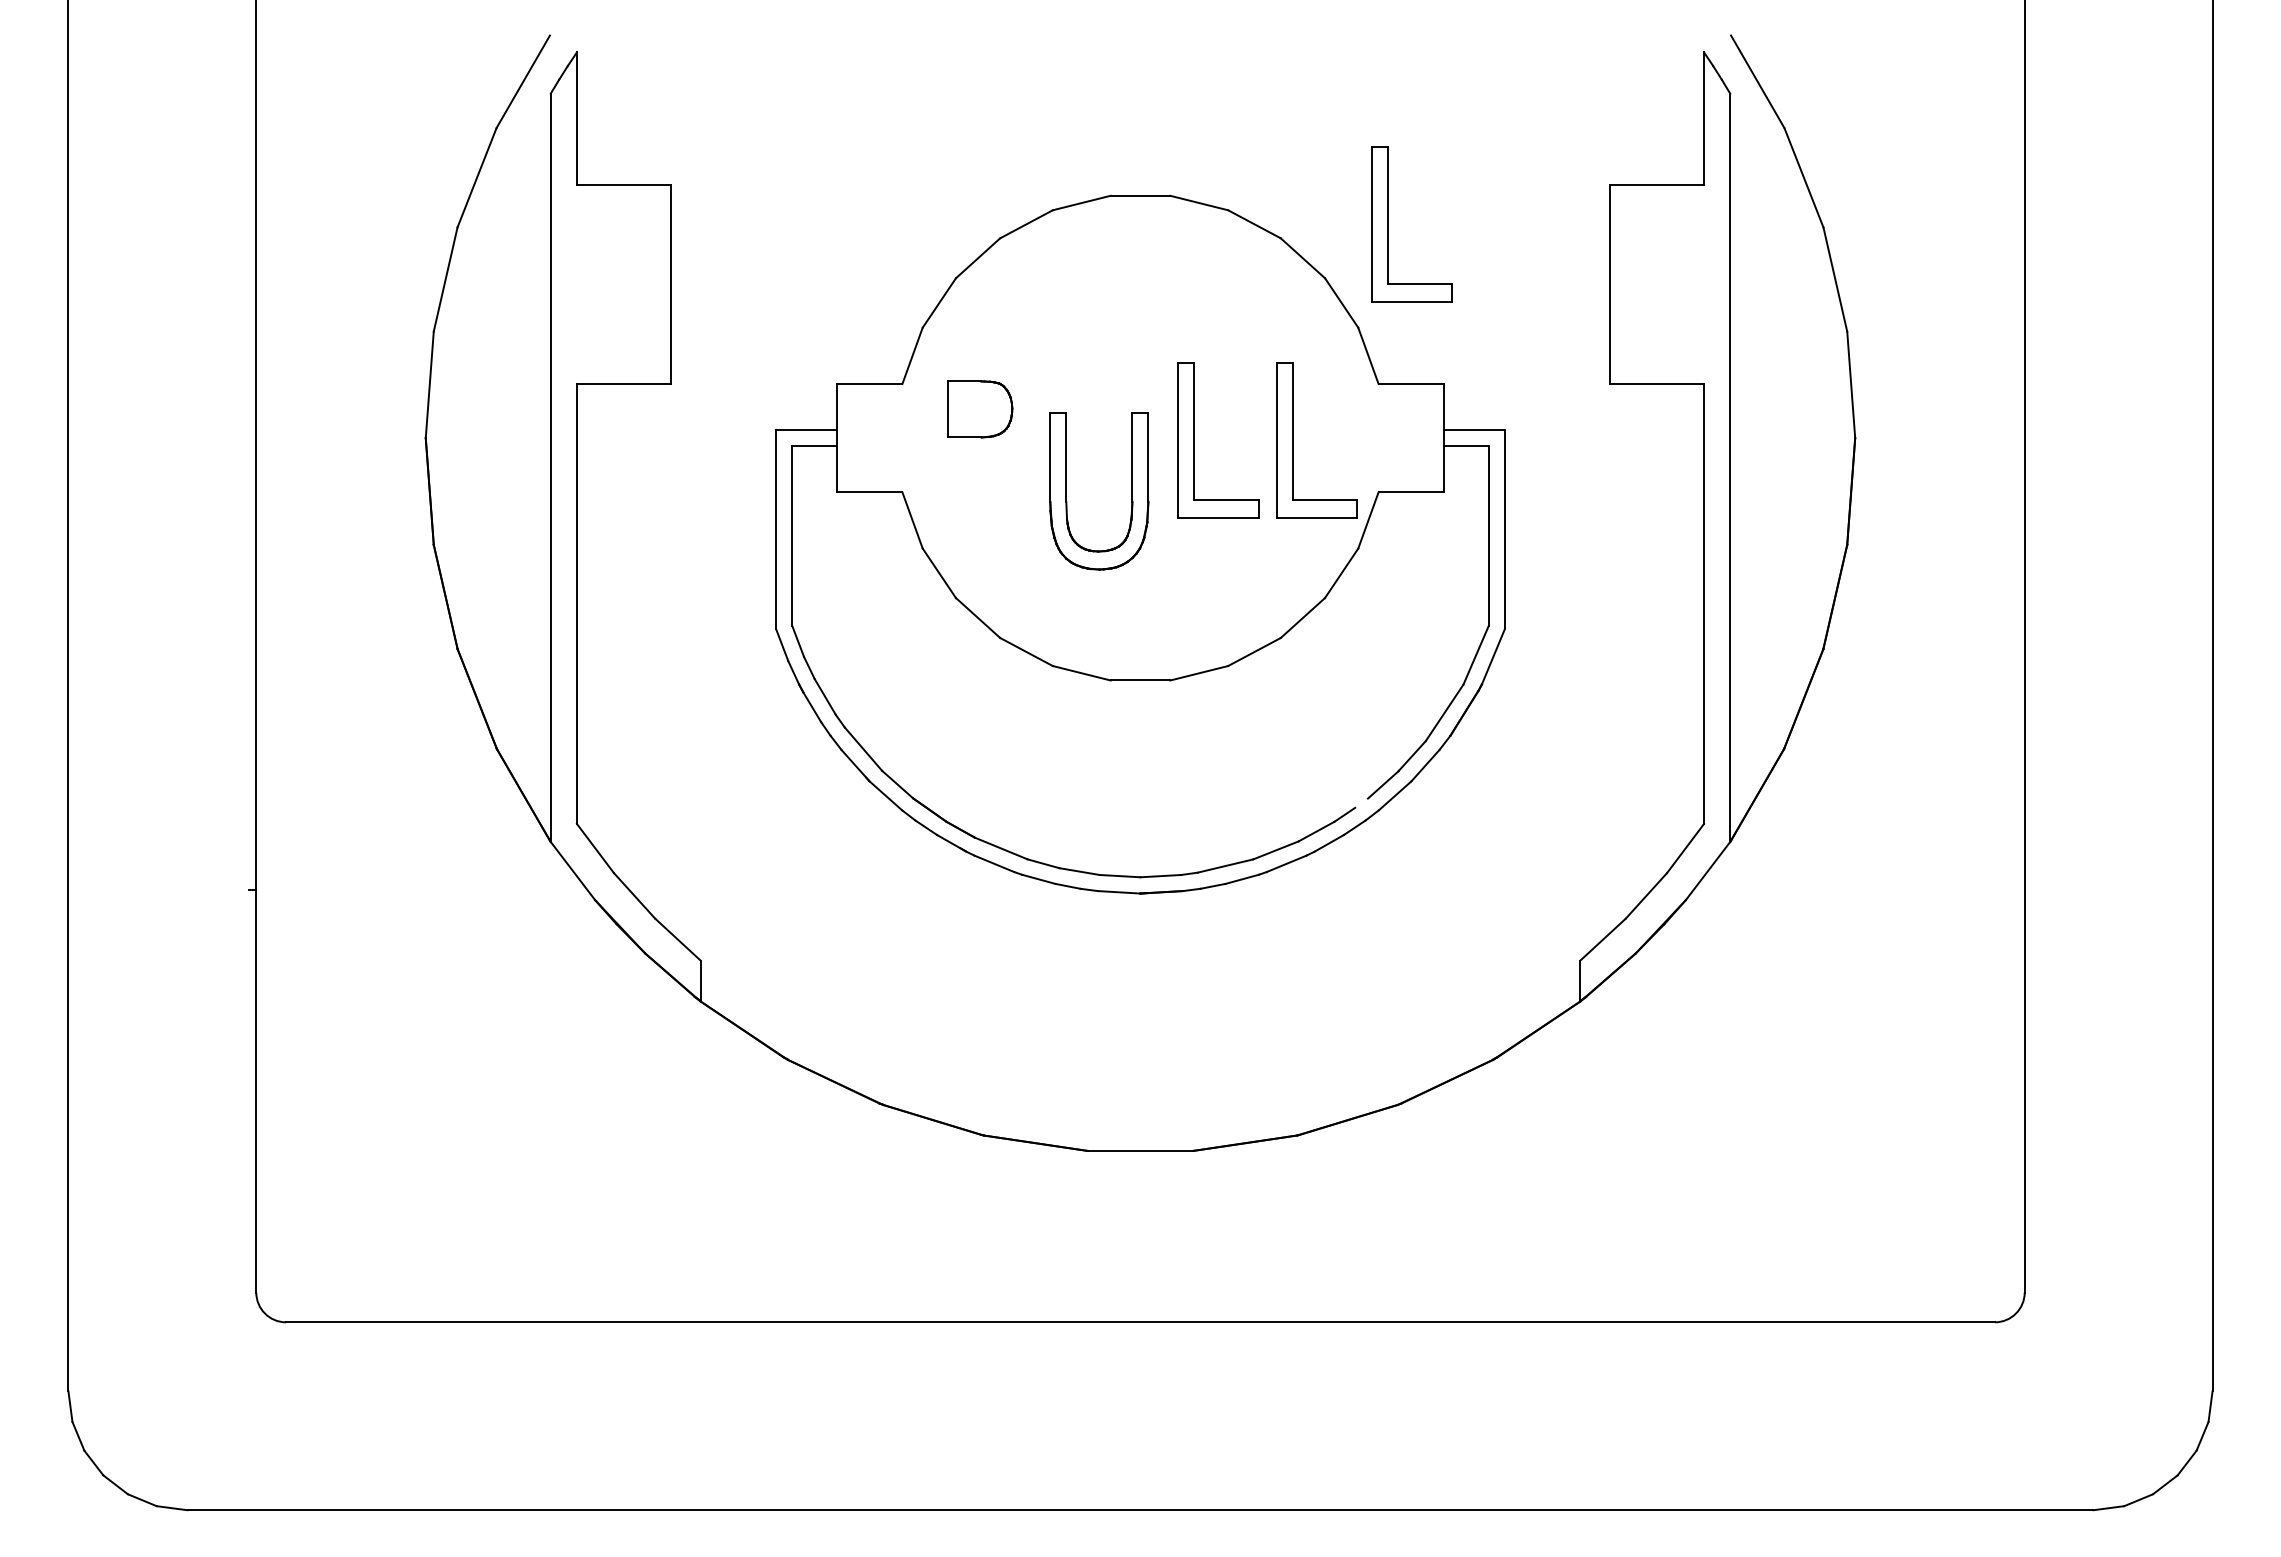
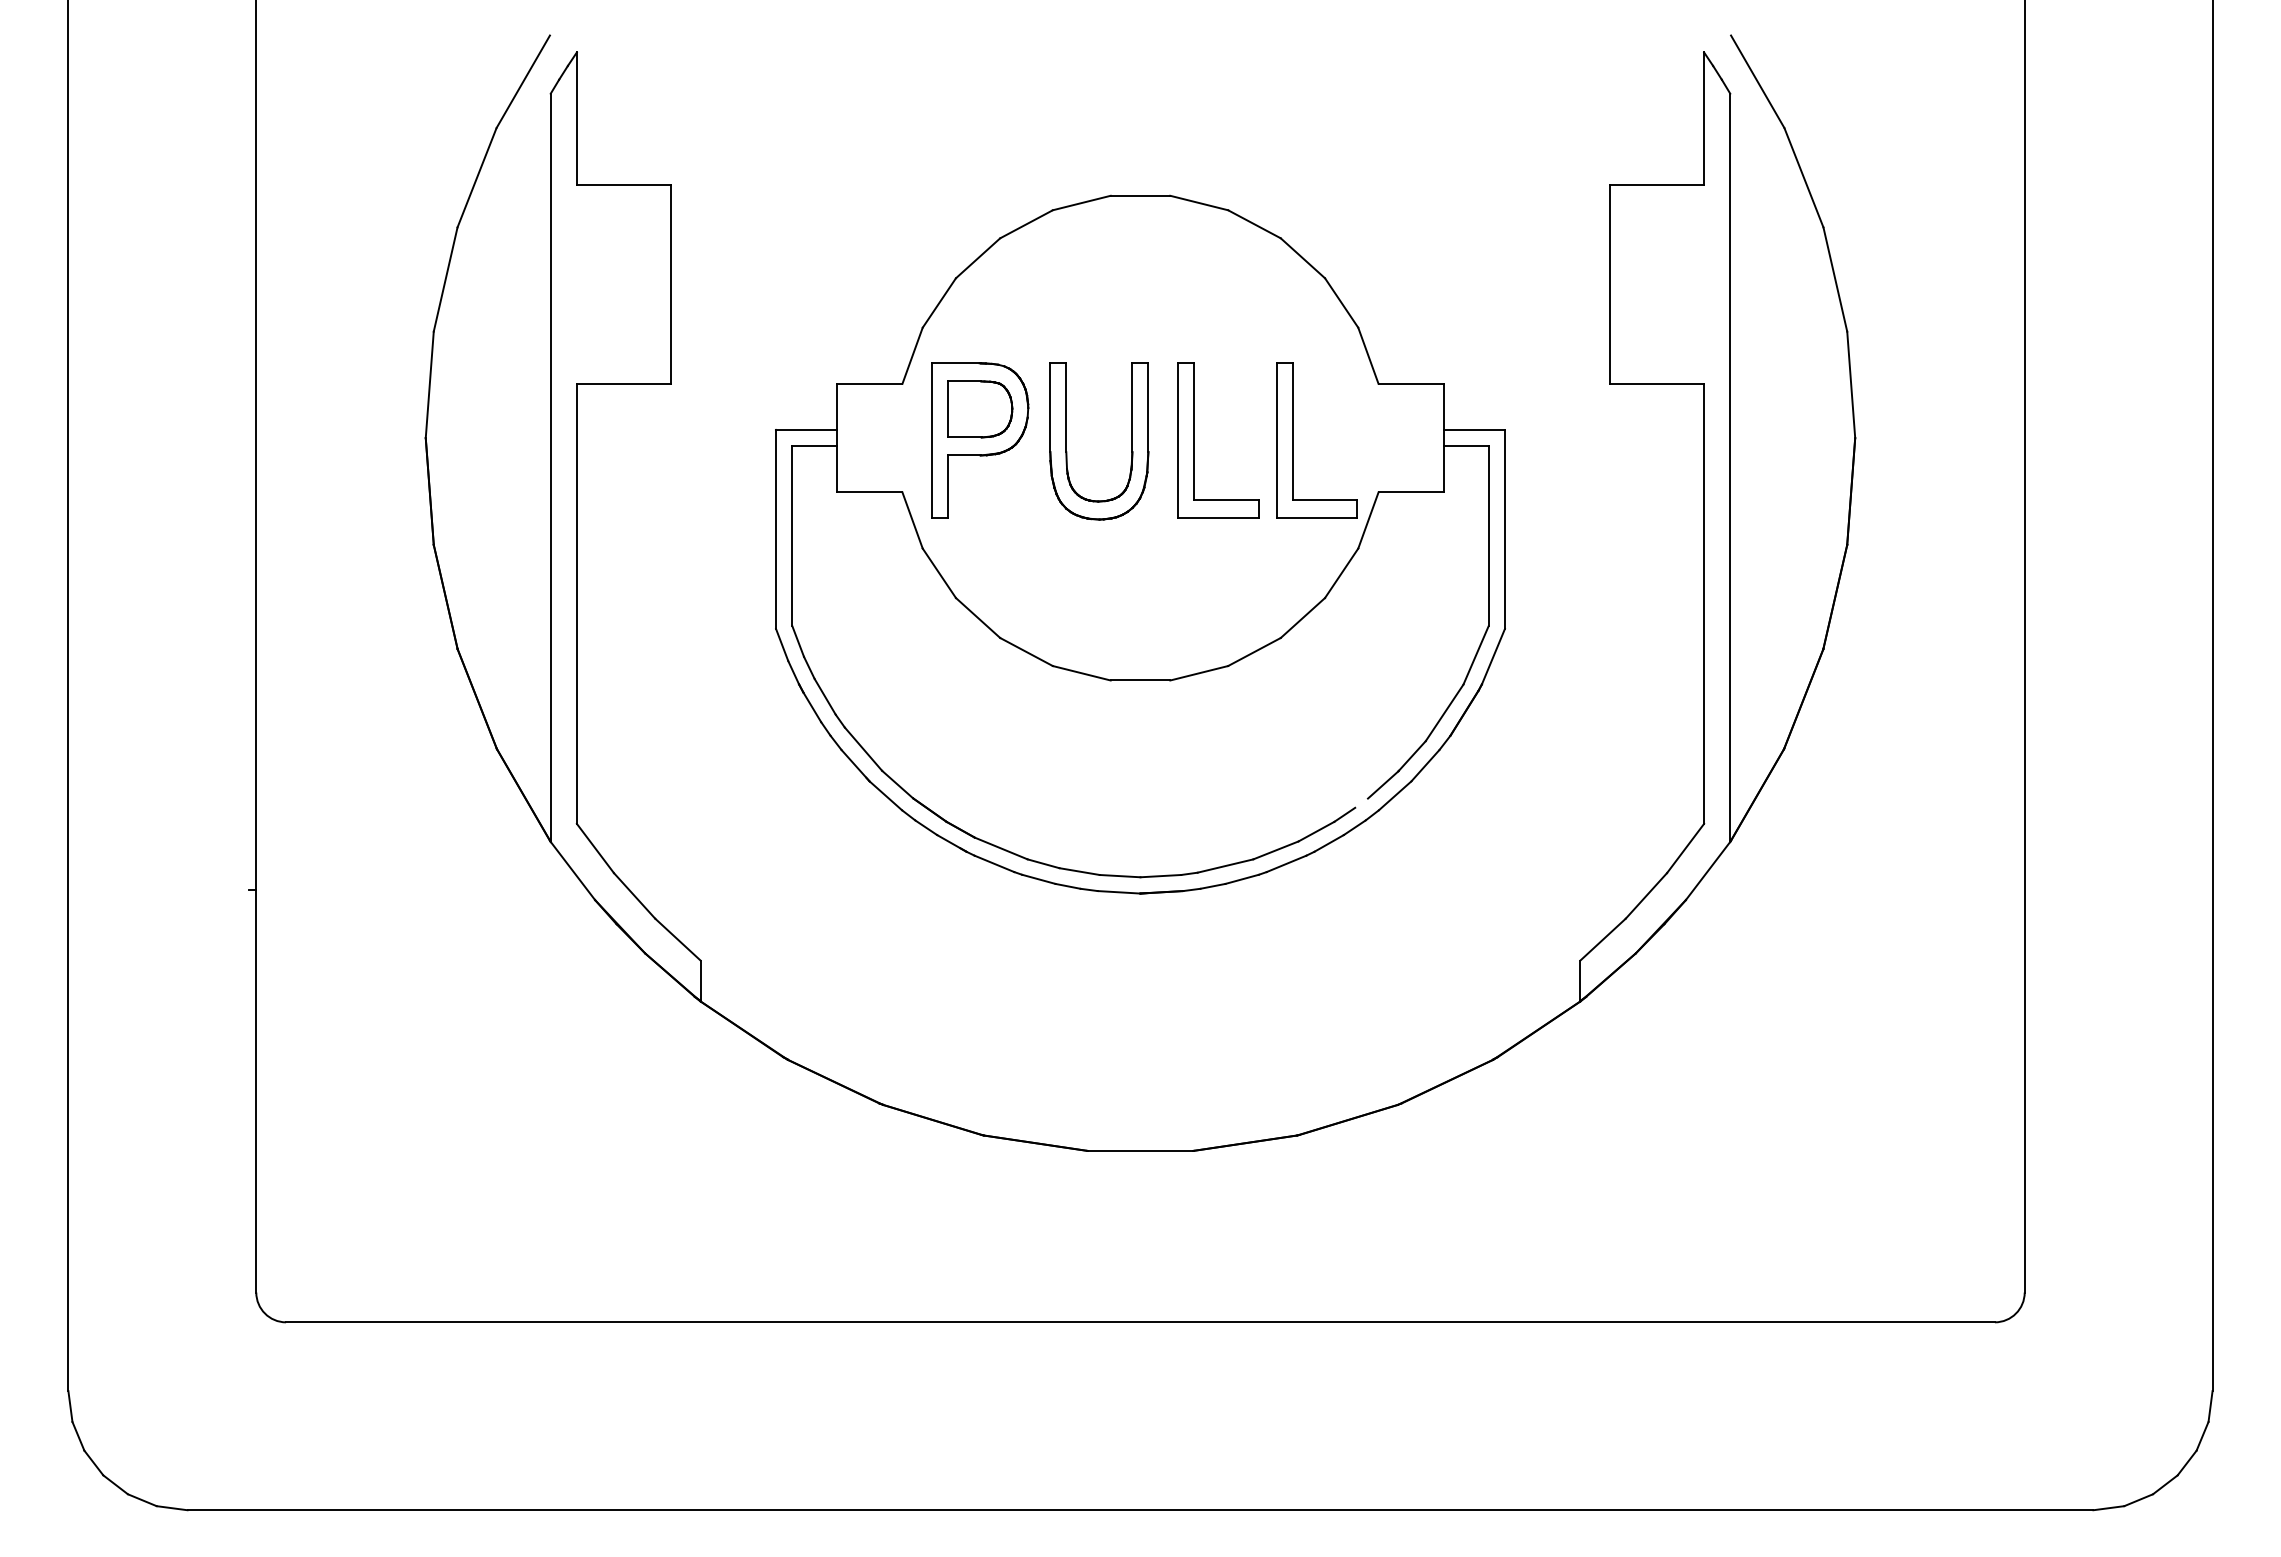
part at (1388, 224): present -> none
part at (980, 440): none -> present
part at (1131, 491) position: (1131, 491) -> (1131, 441)
